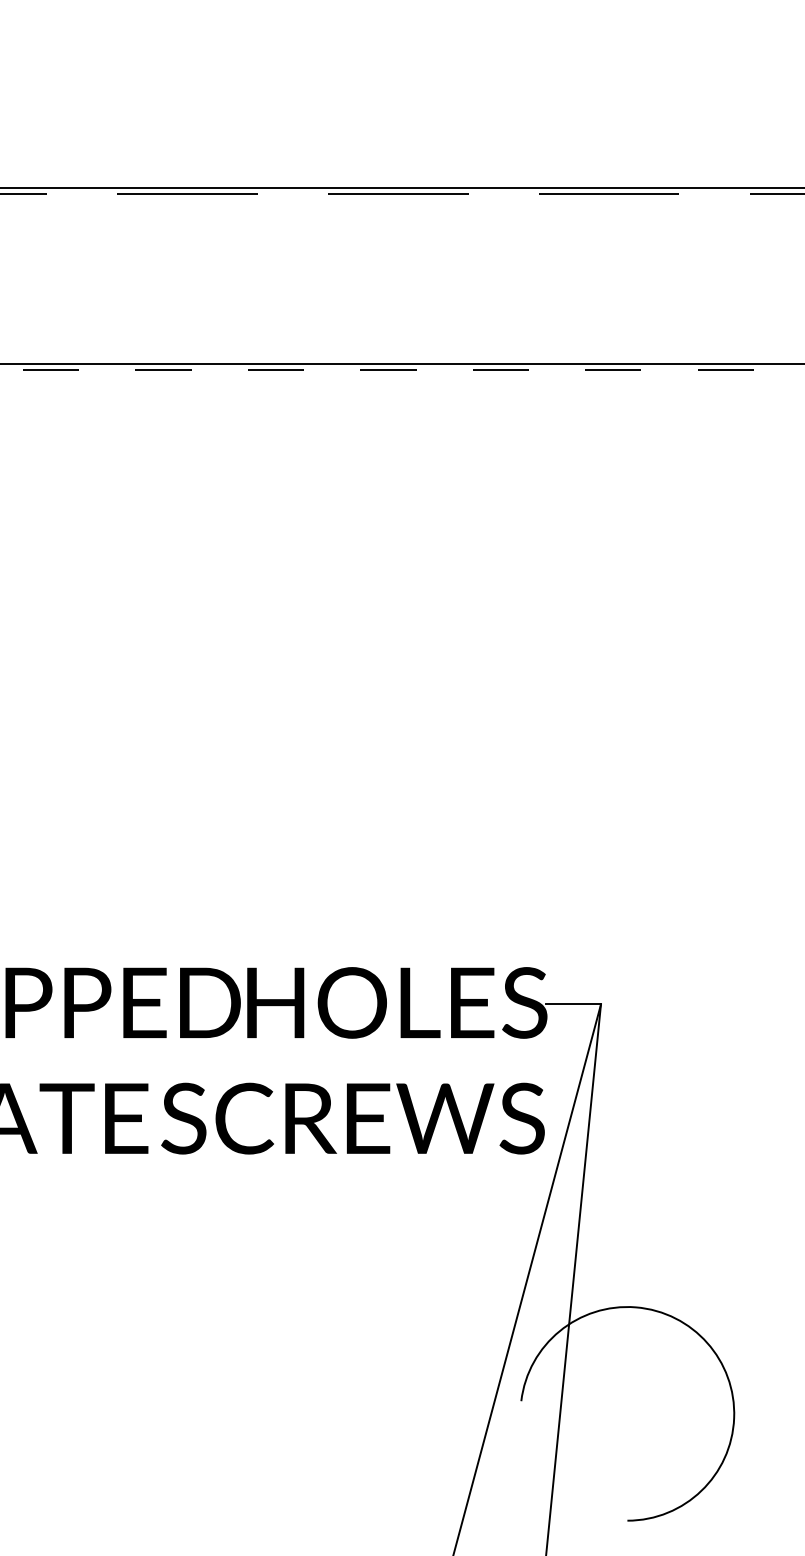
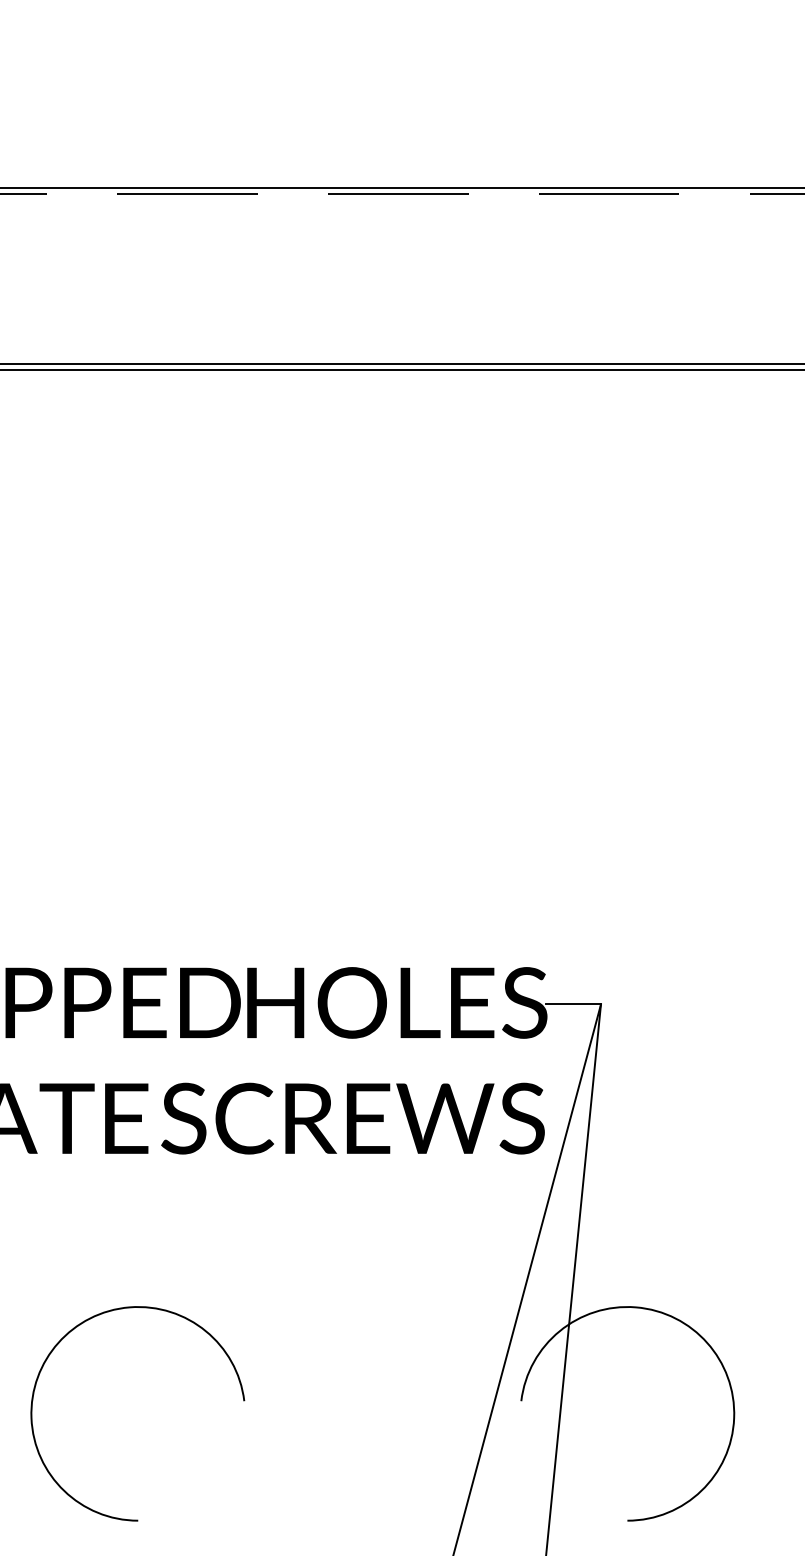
line at (402, 369): dashed -> solid
arc at (52, 1352): none -> present
